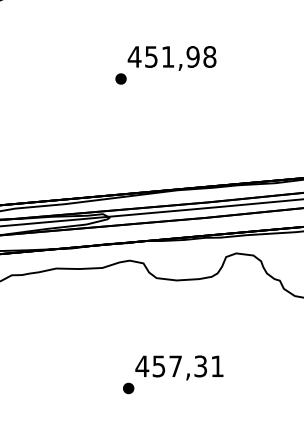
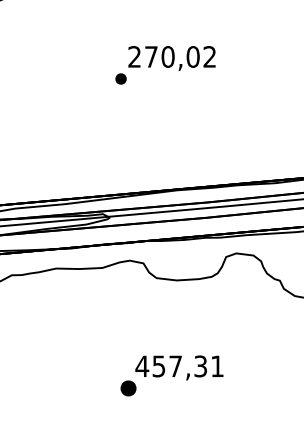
text at (171, 56): 451,98 -> 270,02
part at (128, 388) size: 12x13 px -> 17x17 px
